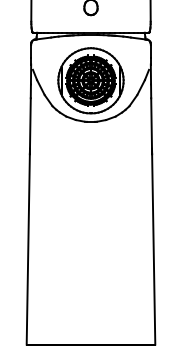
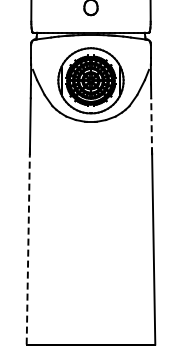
line at (151, 126): solid -> dashed
line at (28, 248): solid -> dashed
